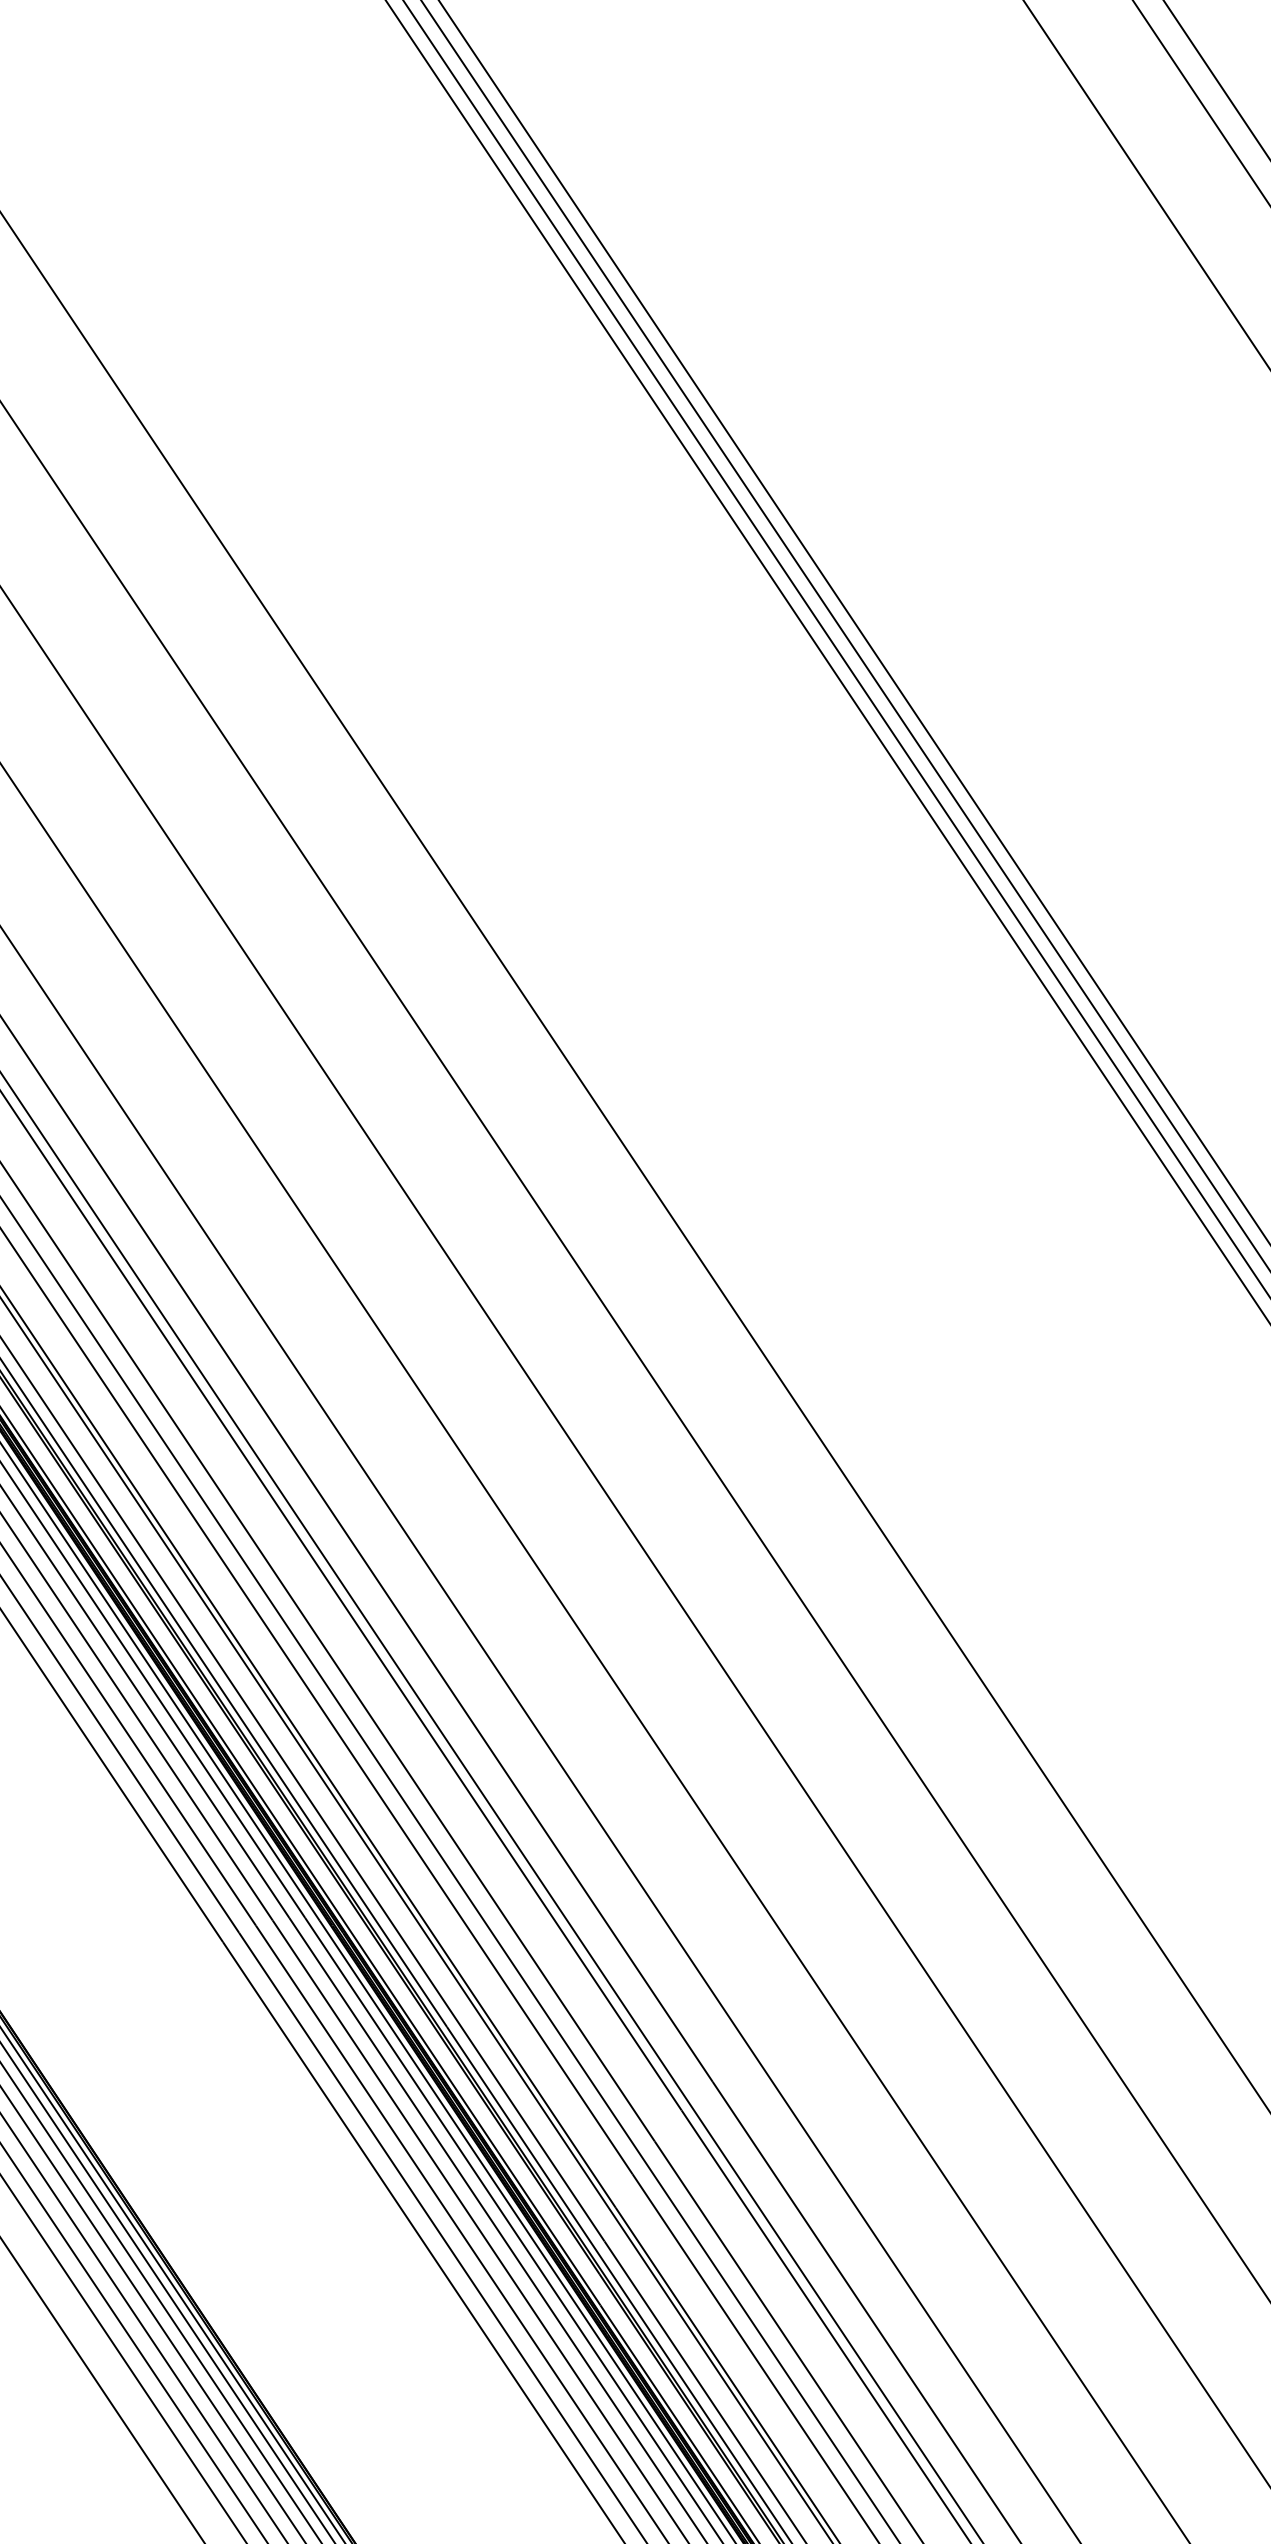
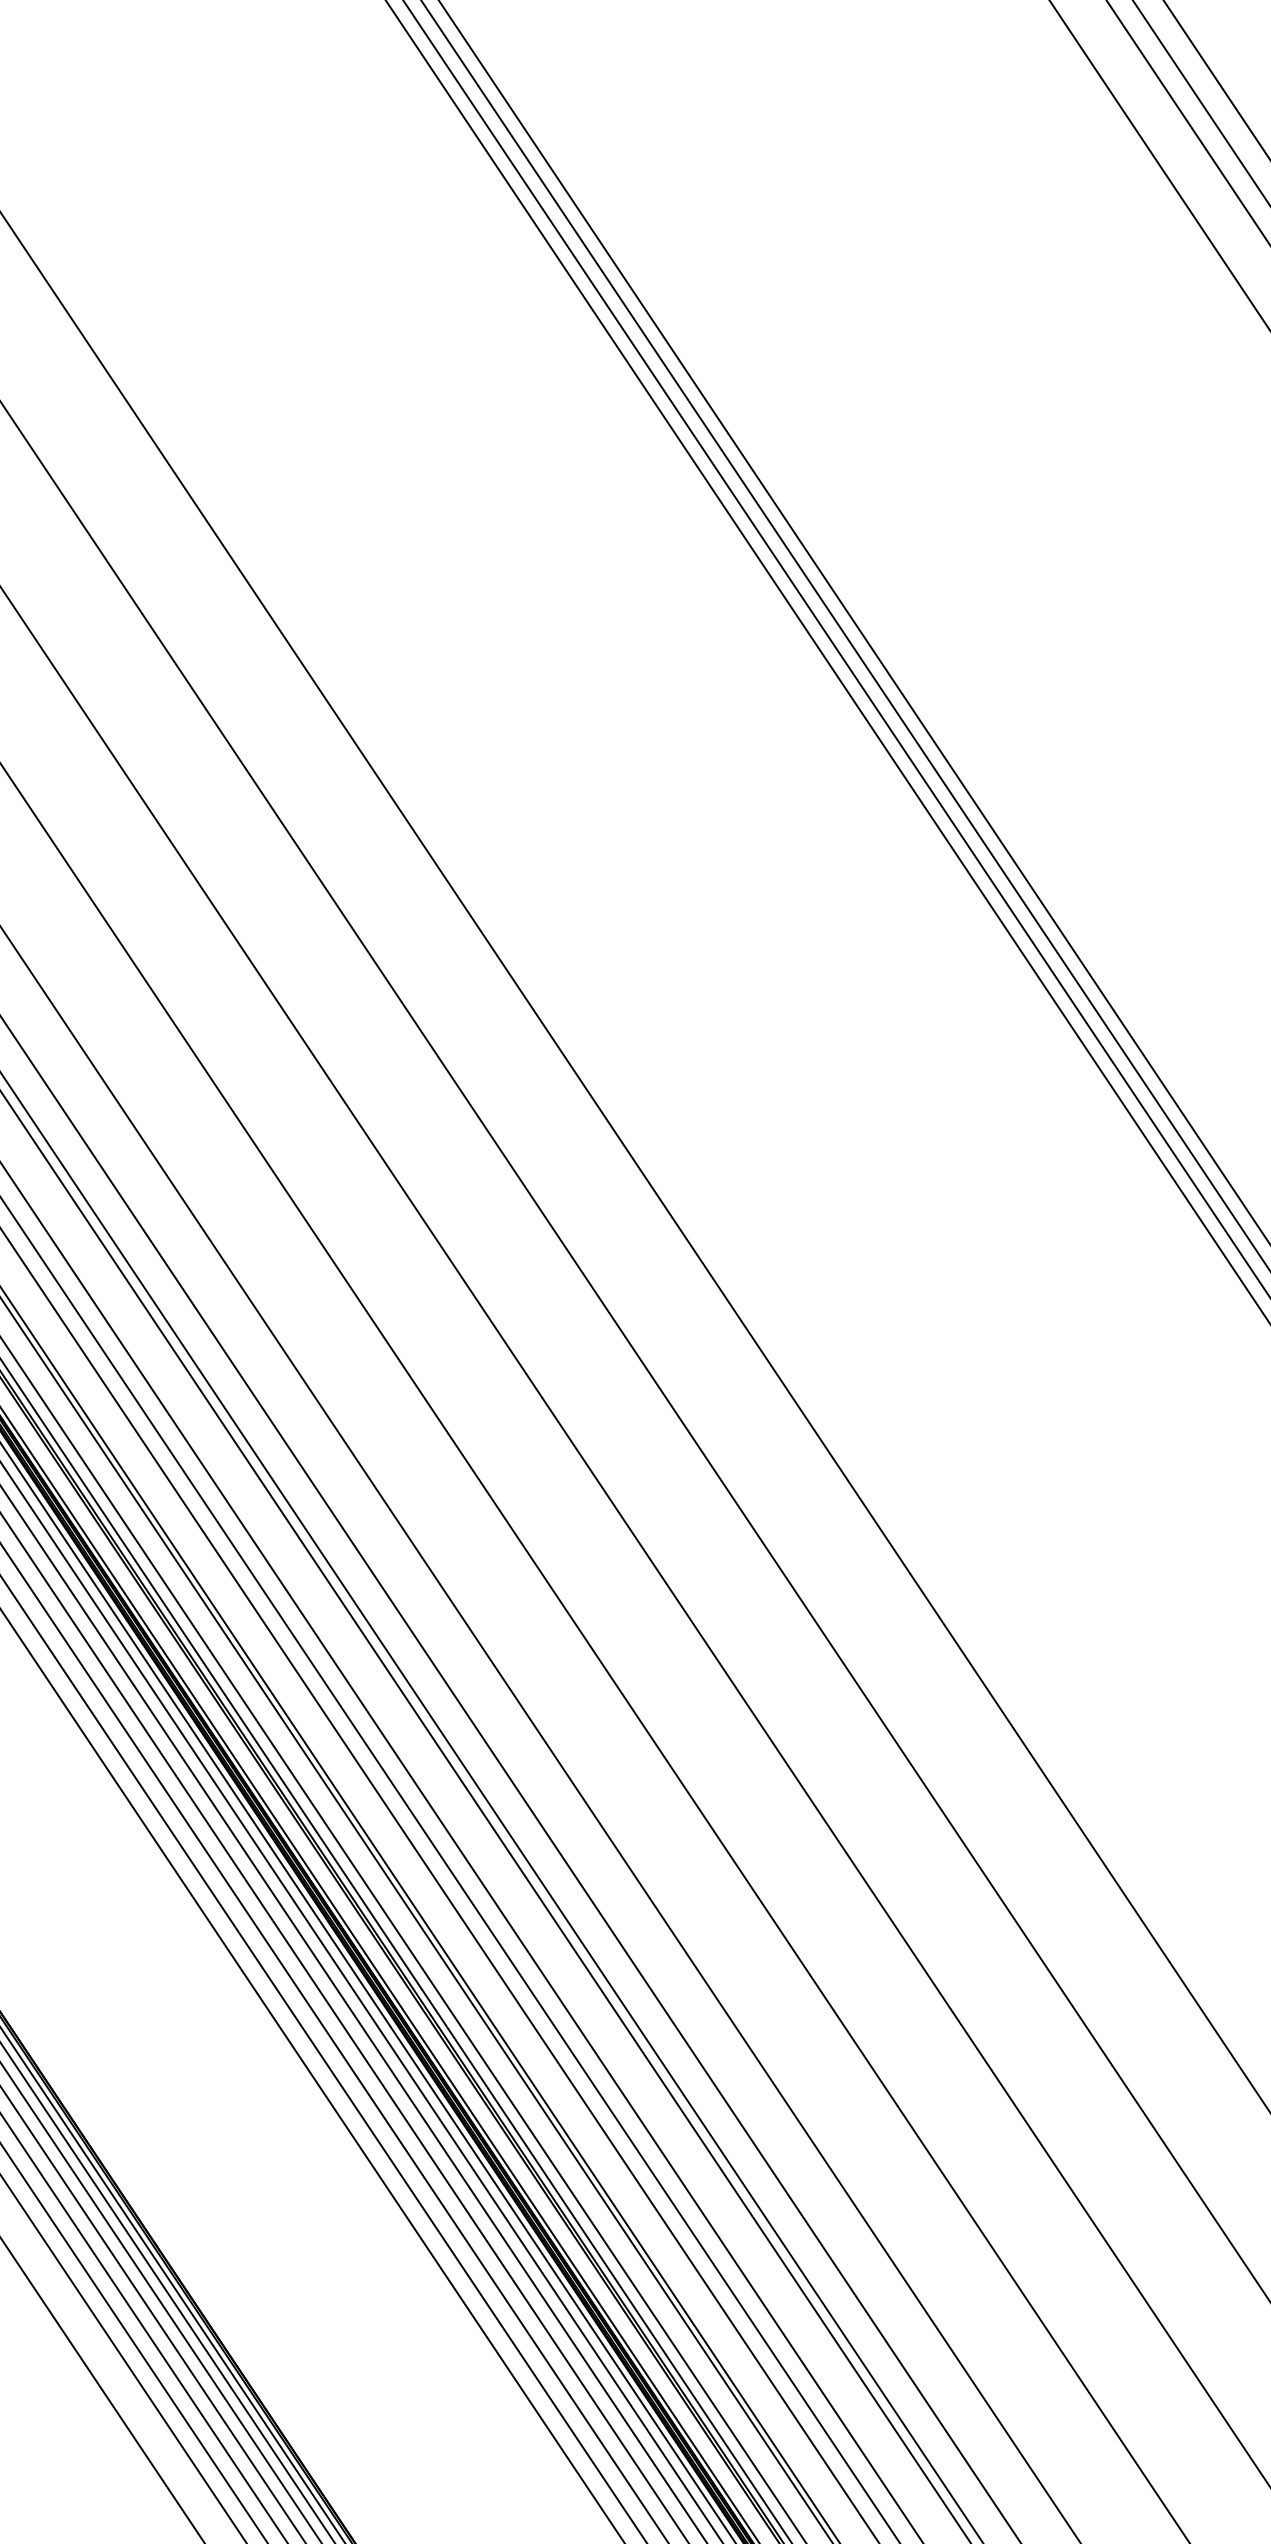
line at (1187, 121): none -> present
line at (1145, 183) position: (1145, 183) -> (1158, 164)
